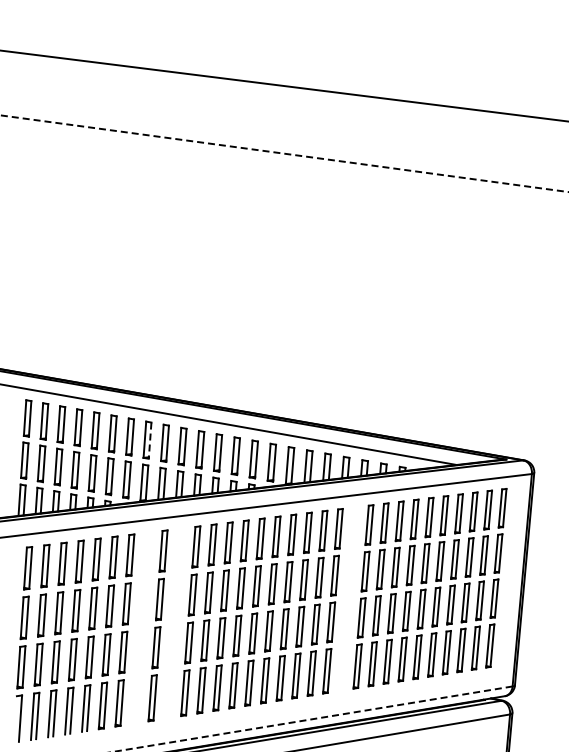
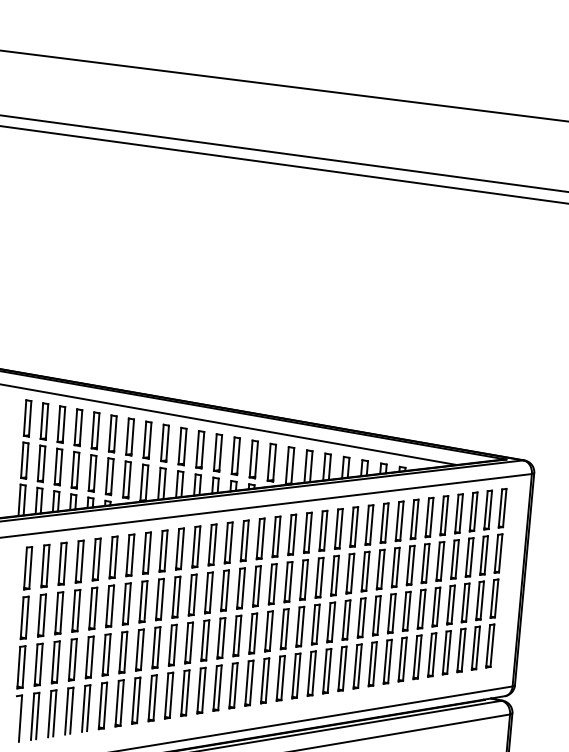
line at (284, 153): dashed -> solid
line at (283, 164): none -> present
line at (150, 441): dashed -> solid
part at (348, 599): none -> present
part at (174, 623): none -> present
part at (141, 627): none -> present
line at (312, 719): dashed -> solid
